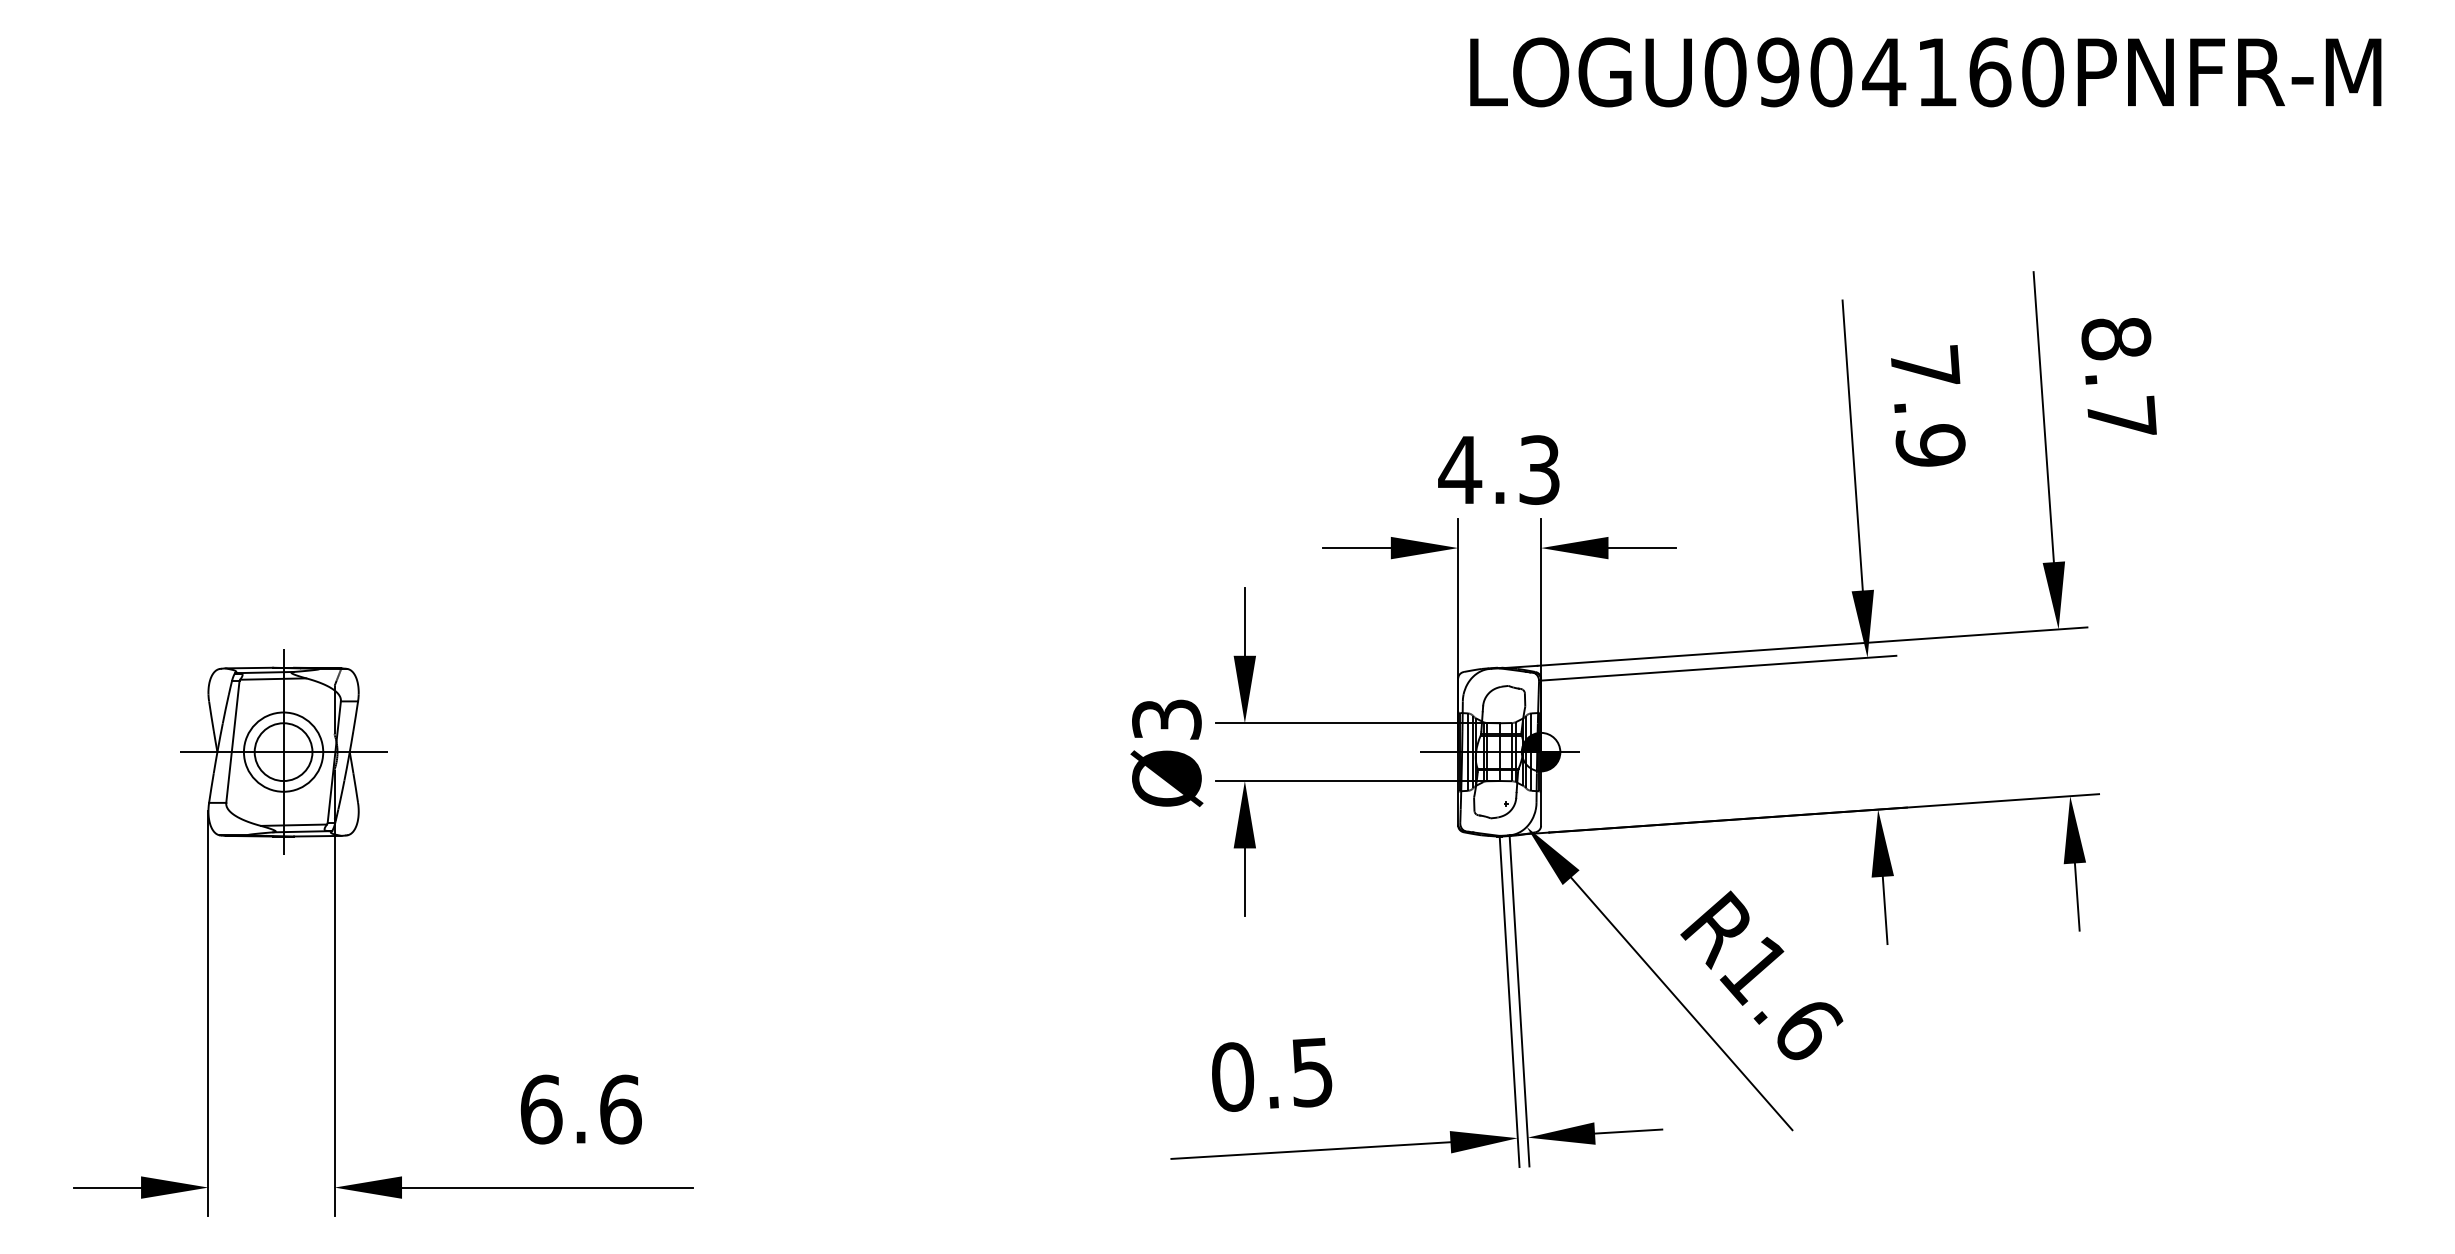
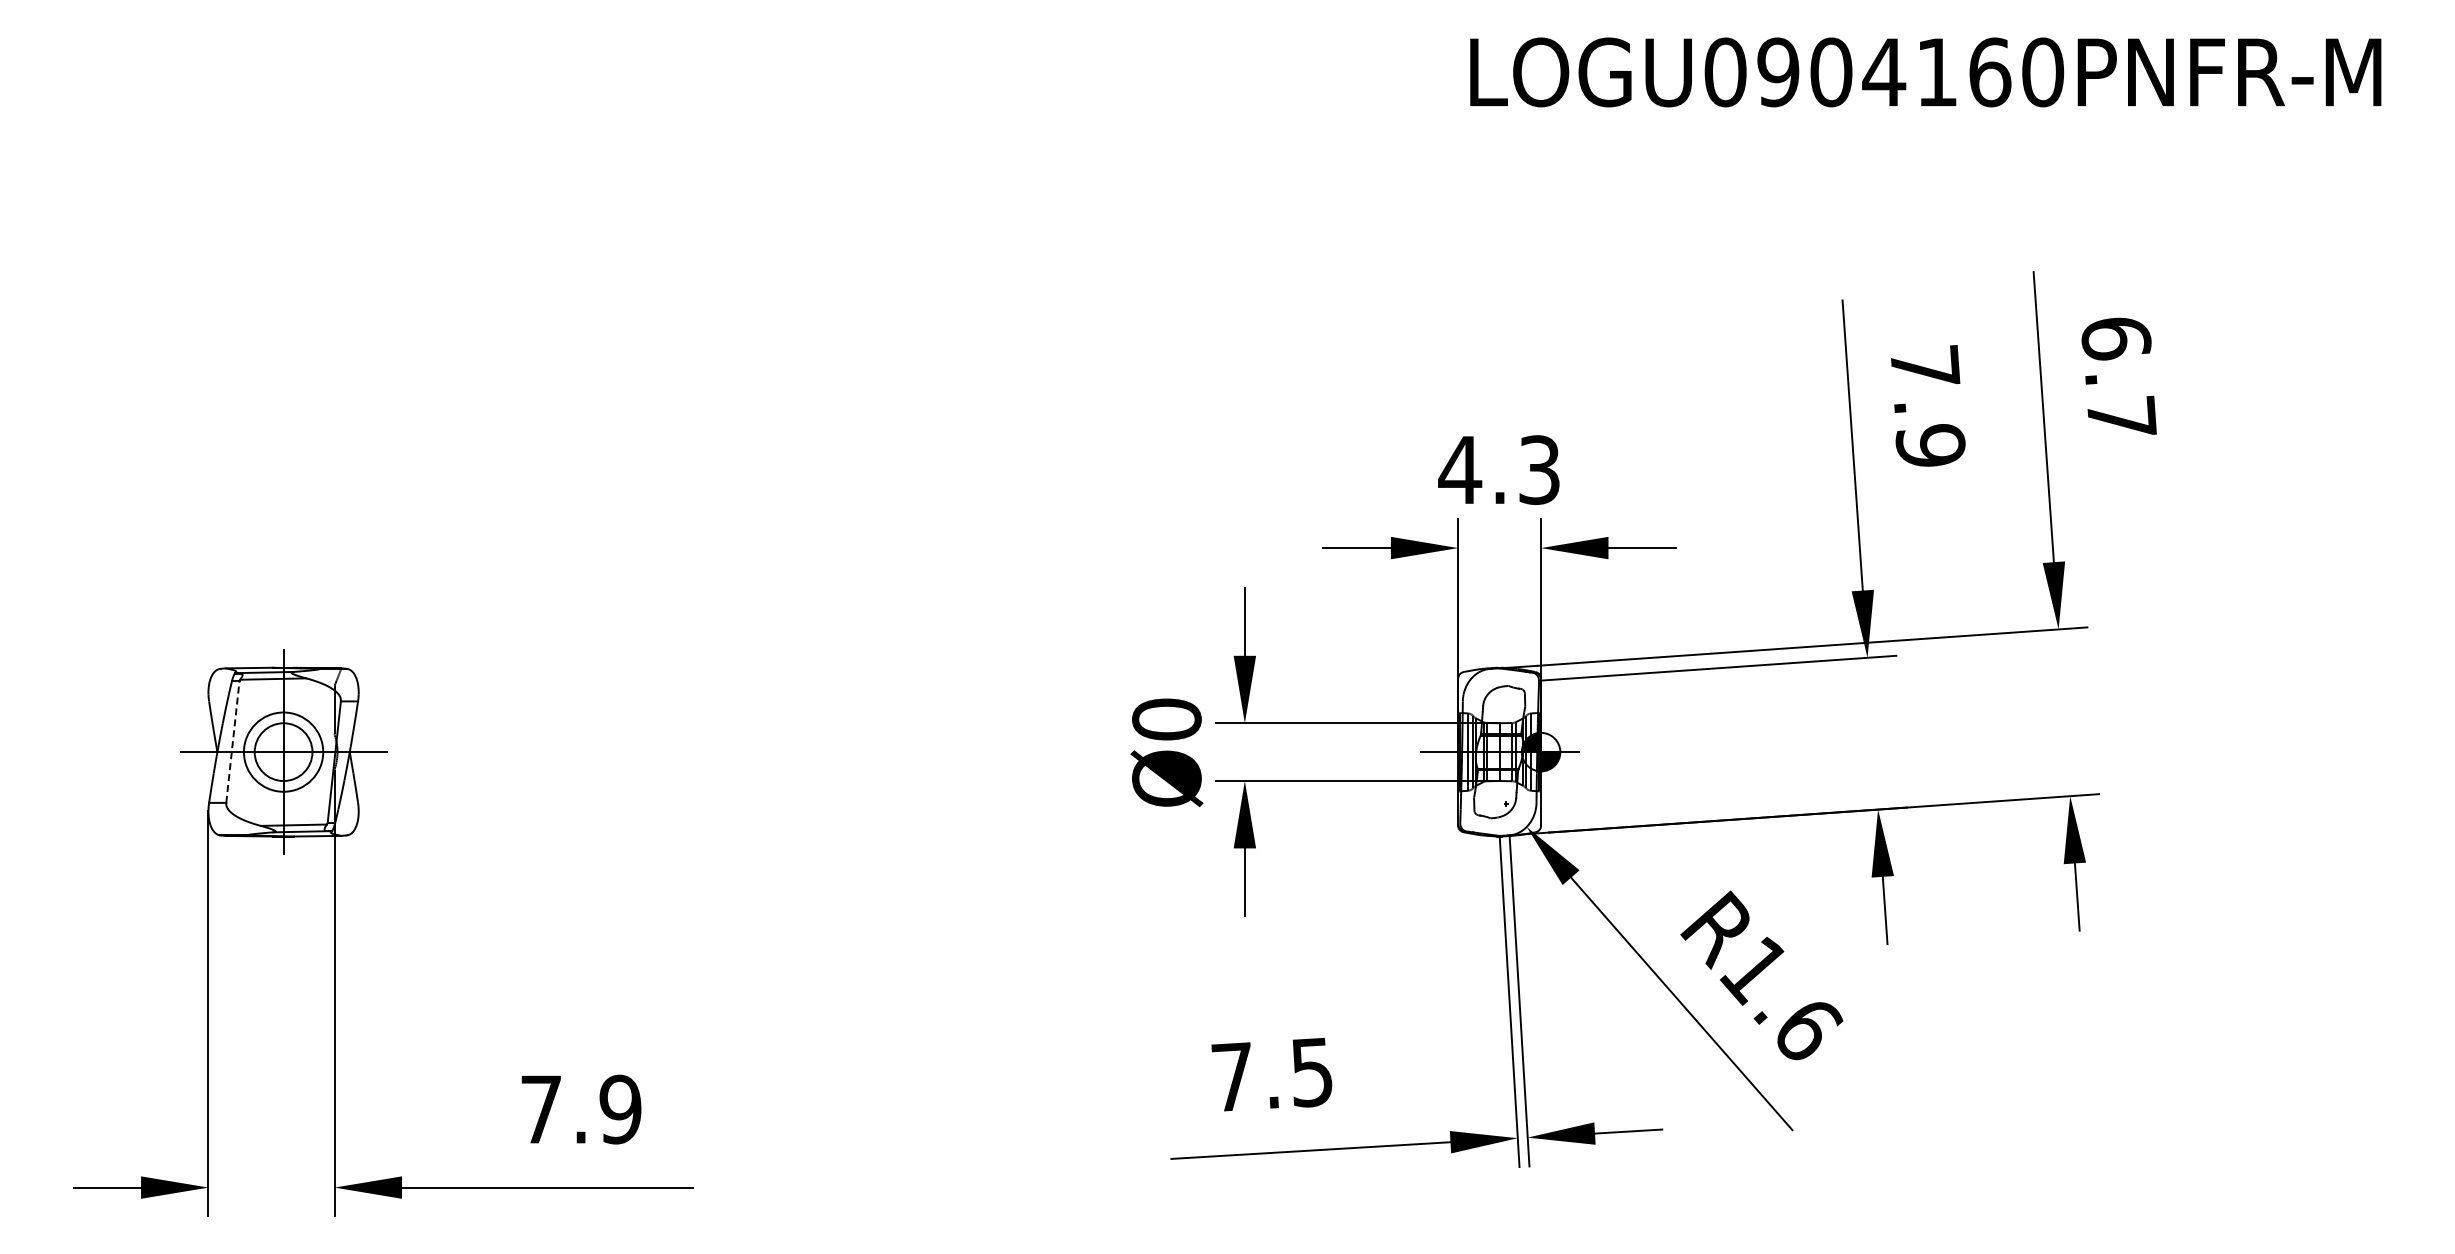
text at (2116, 338): 8.7 -> 6.7
text at (1166, 719): Ø3 -> Ø0
line at (232, 741): solid -> dashed
text at (1232, 1076): 0.5 -> 7.5
text at (580, 1109): 6.6 -> 7.9
